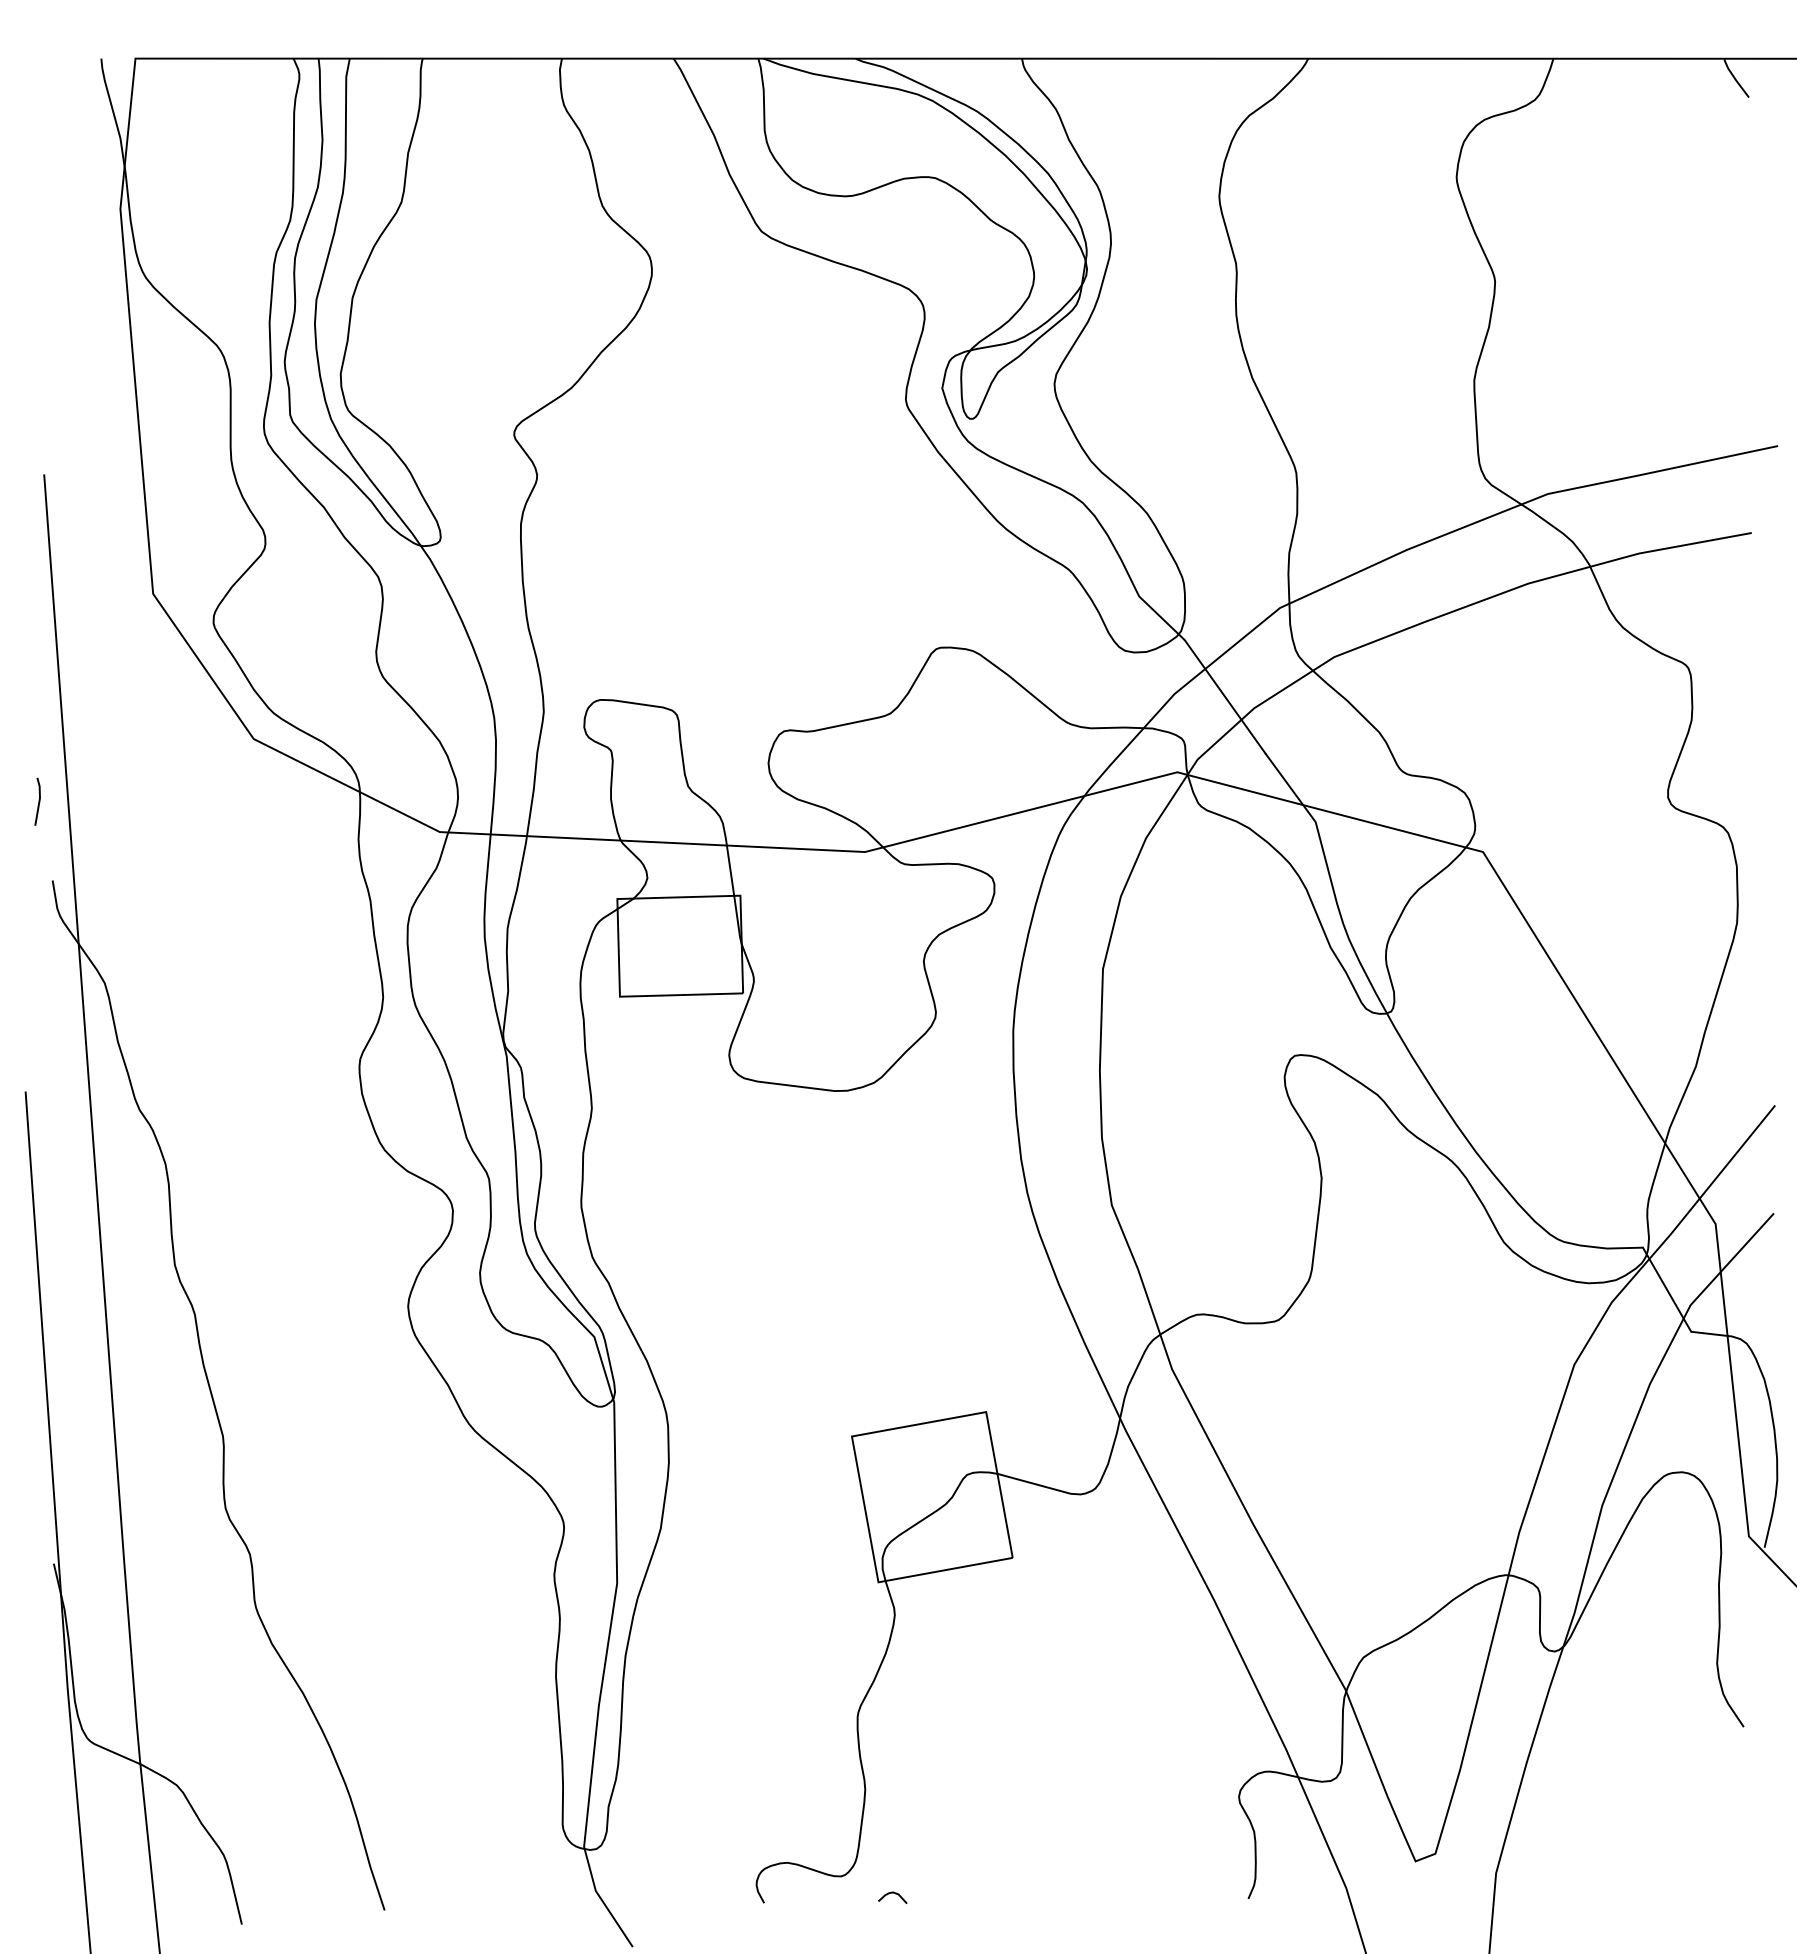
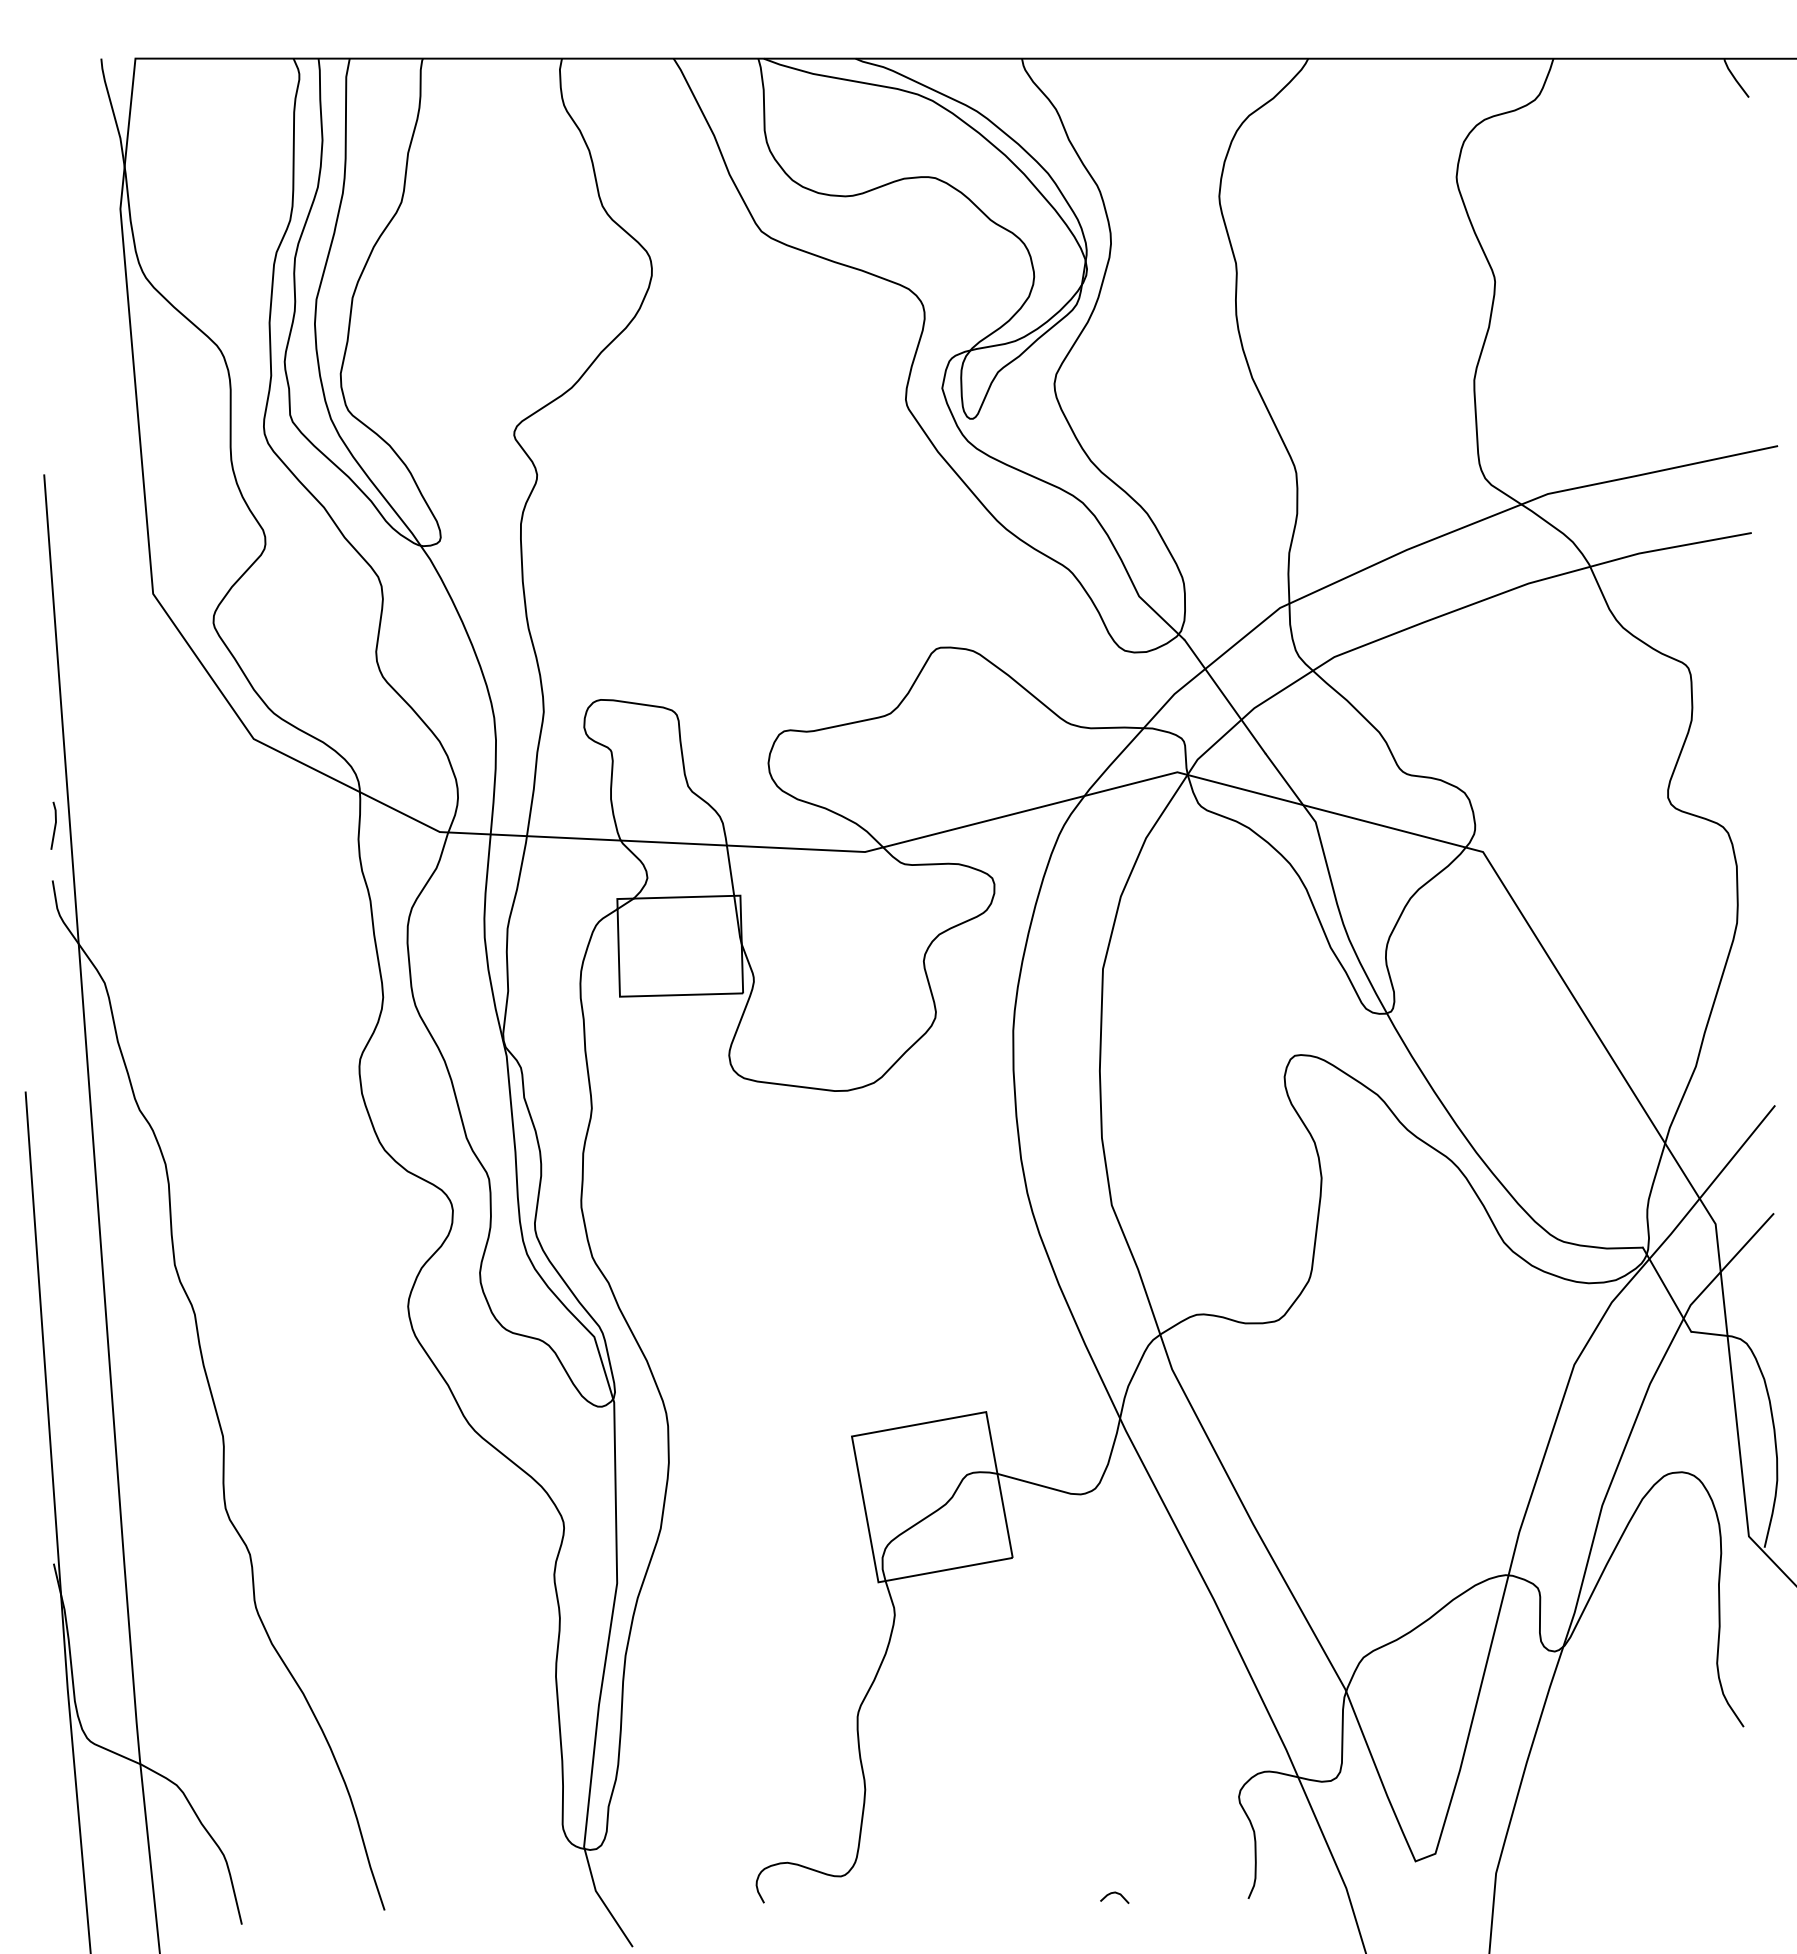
line at (38, 801) position: (38, 801) -> (54, 825)
curve at (892, 1893) position: (892, 1893) -> (1114, 1893)
